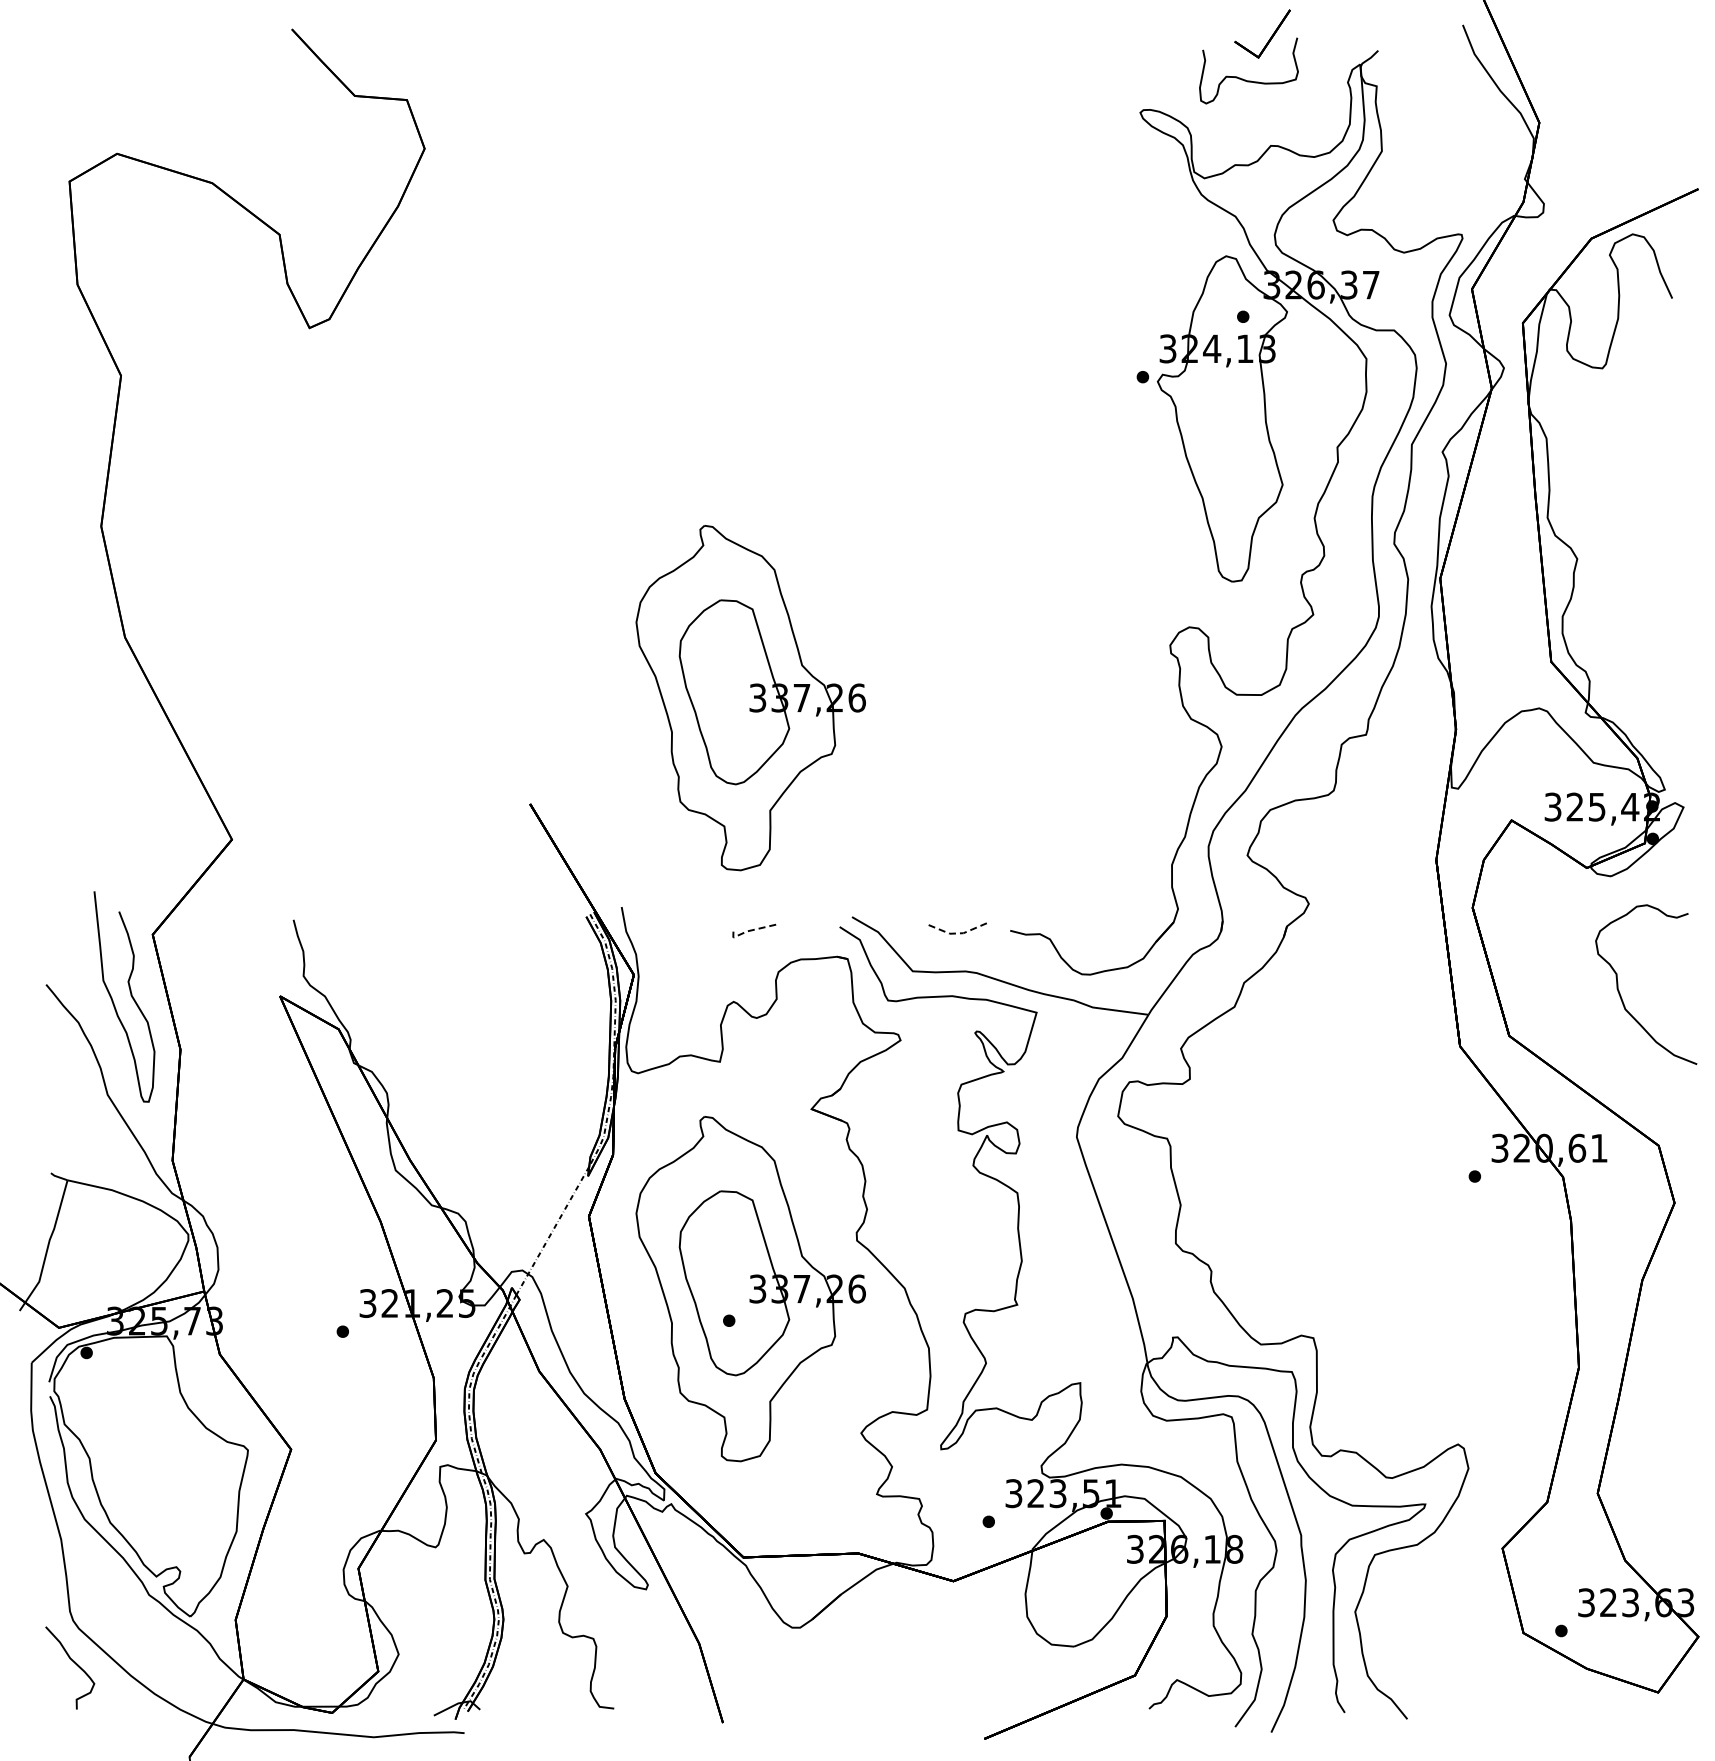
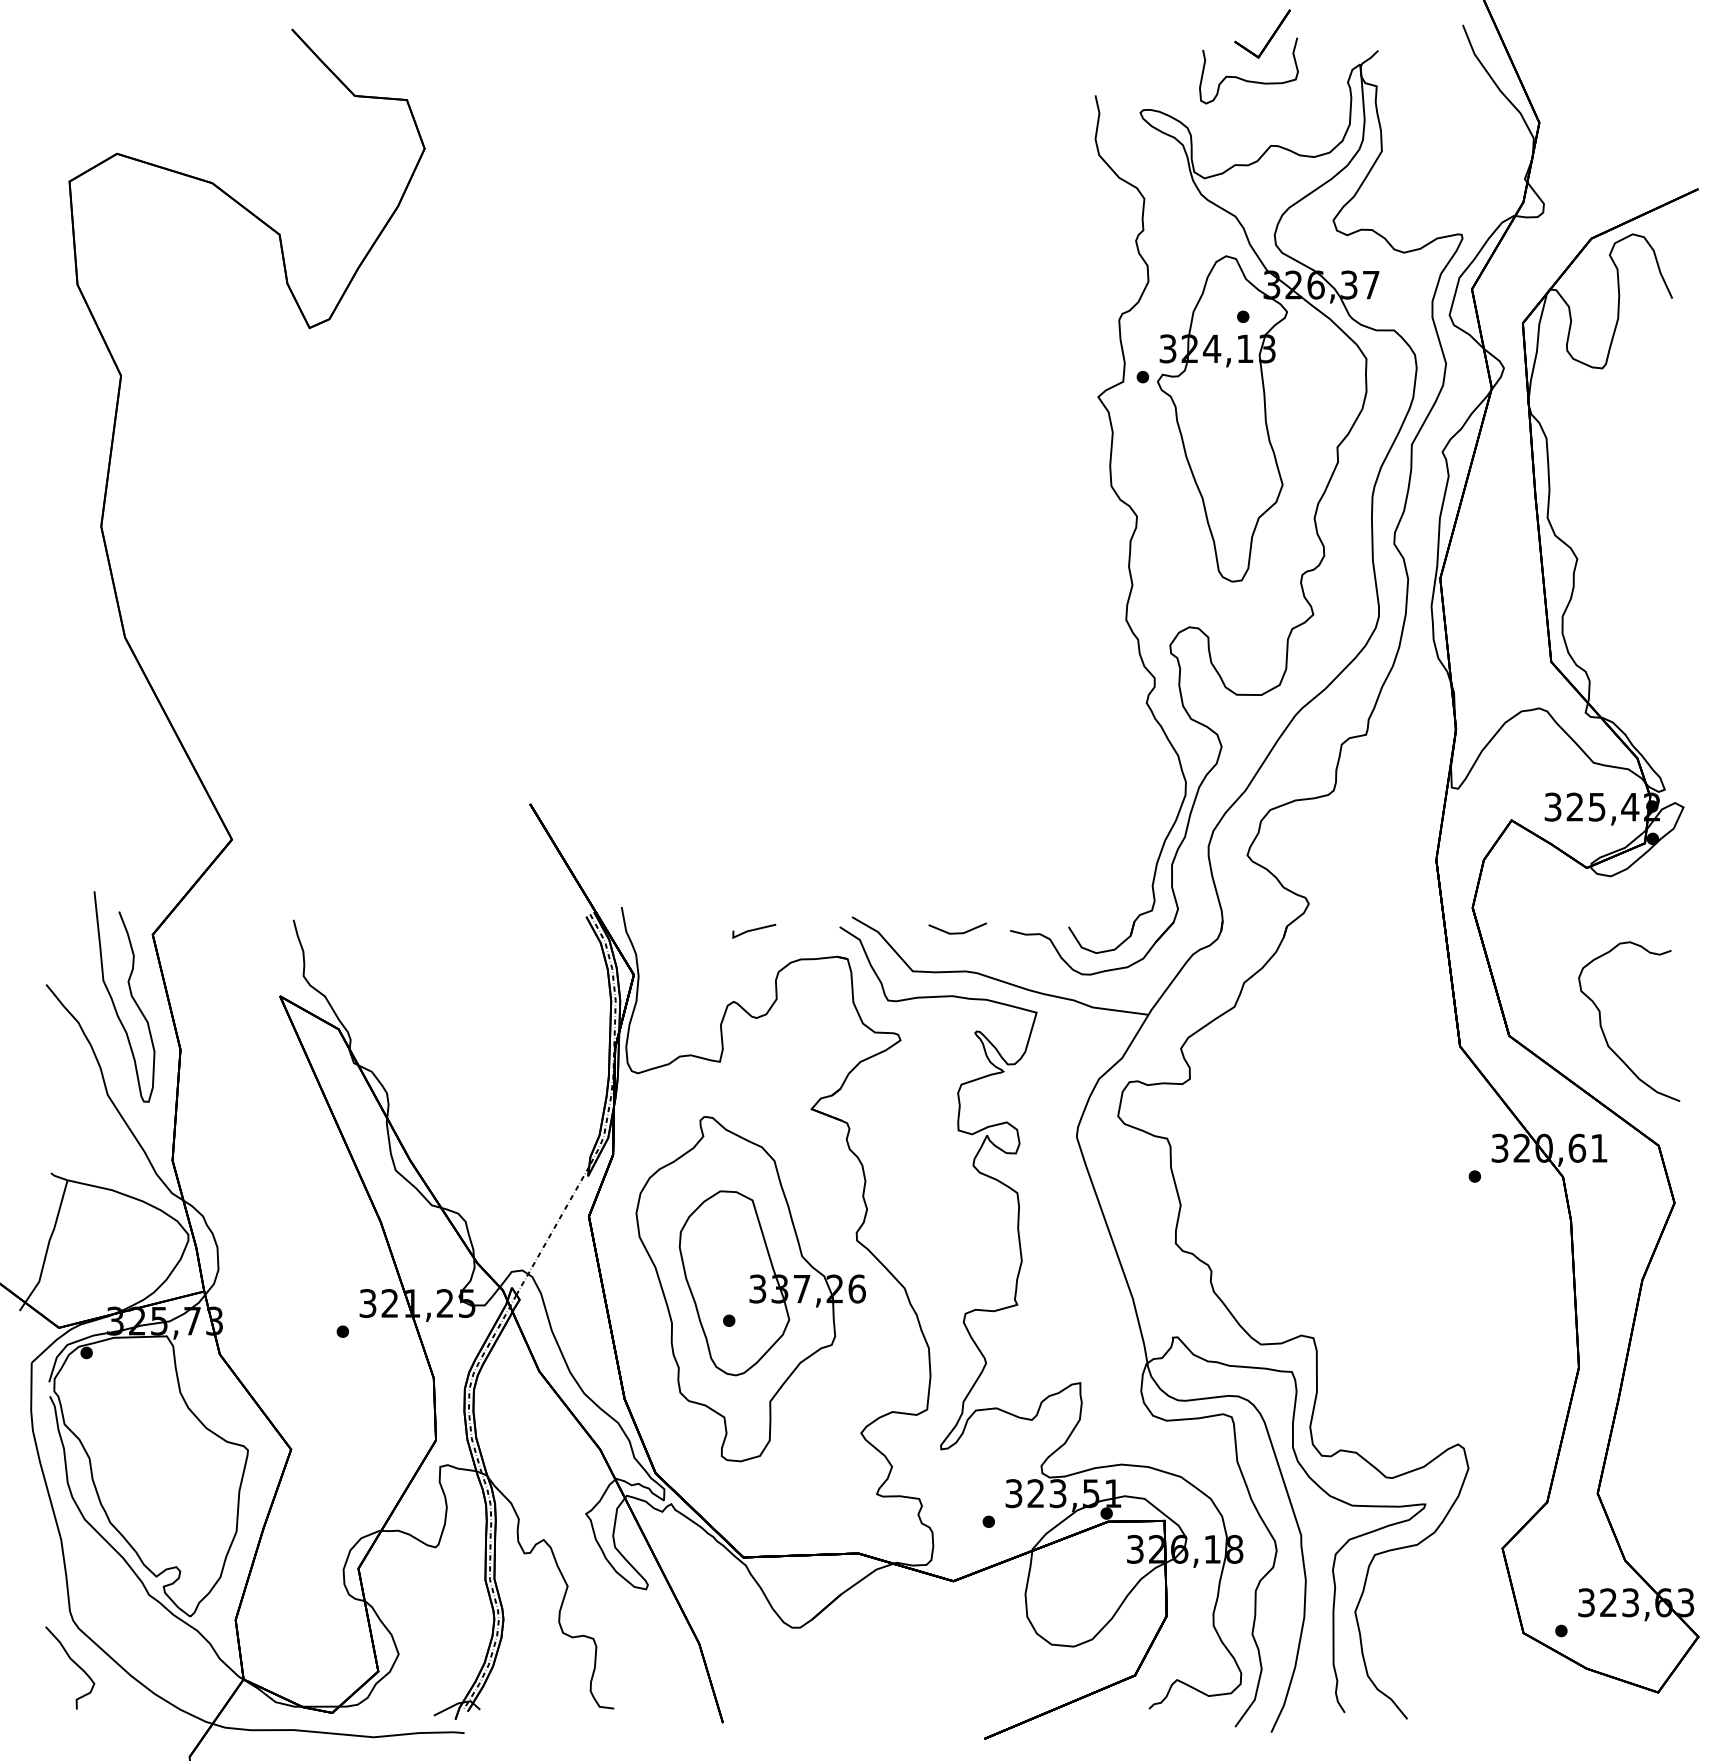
part at (1135, 524): none -> present
part at (750, 698): present -> none
line at (749, 930): dashed -> solid
line at (958, 933): dashed -> solid
curve at (1621, 995) position: (1621, 995) -> (1604, 1032)
